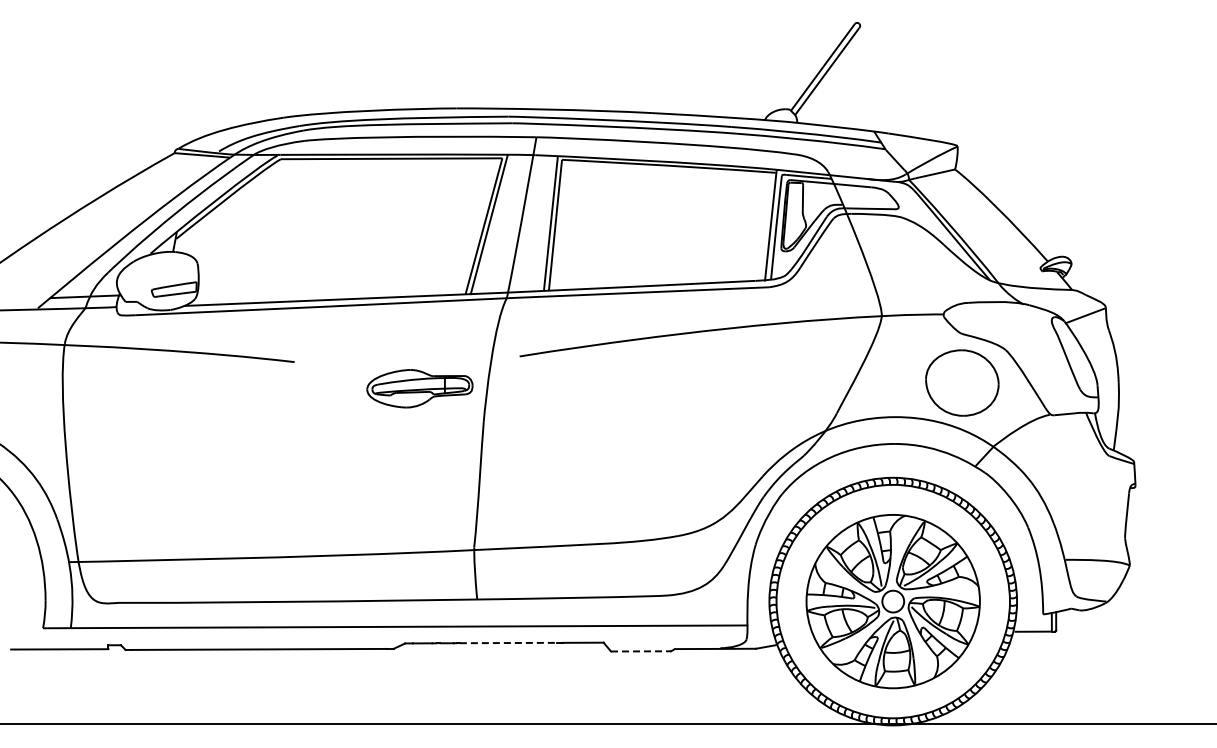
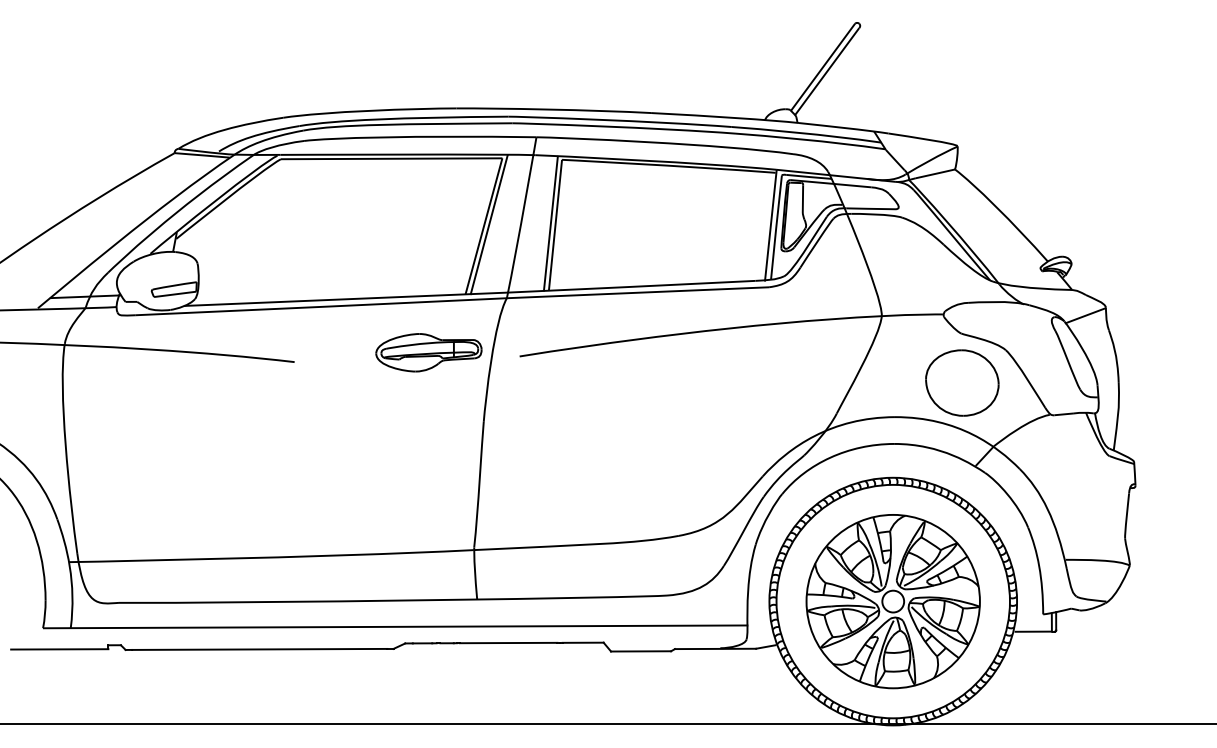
part at (419, 388) position: (419, 388) -> (428, 352)
line at (508, 643): dashed -> solid
line at (641, 651): dashed -> solid
